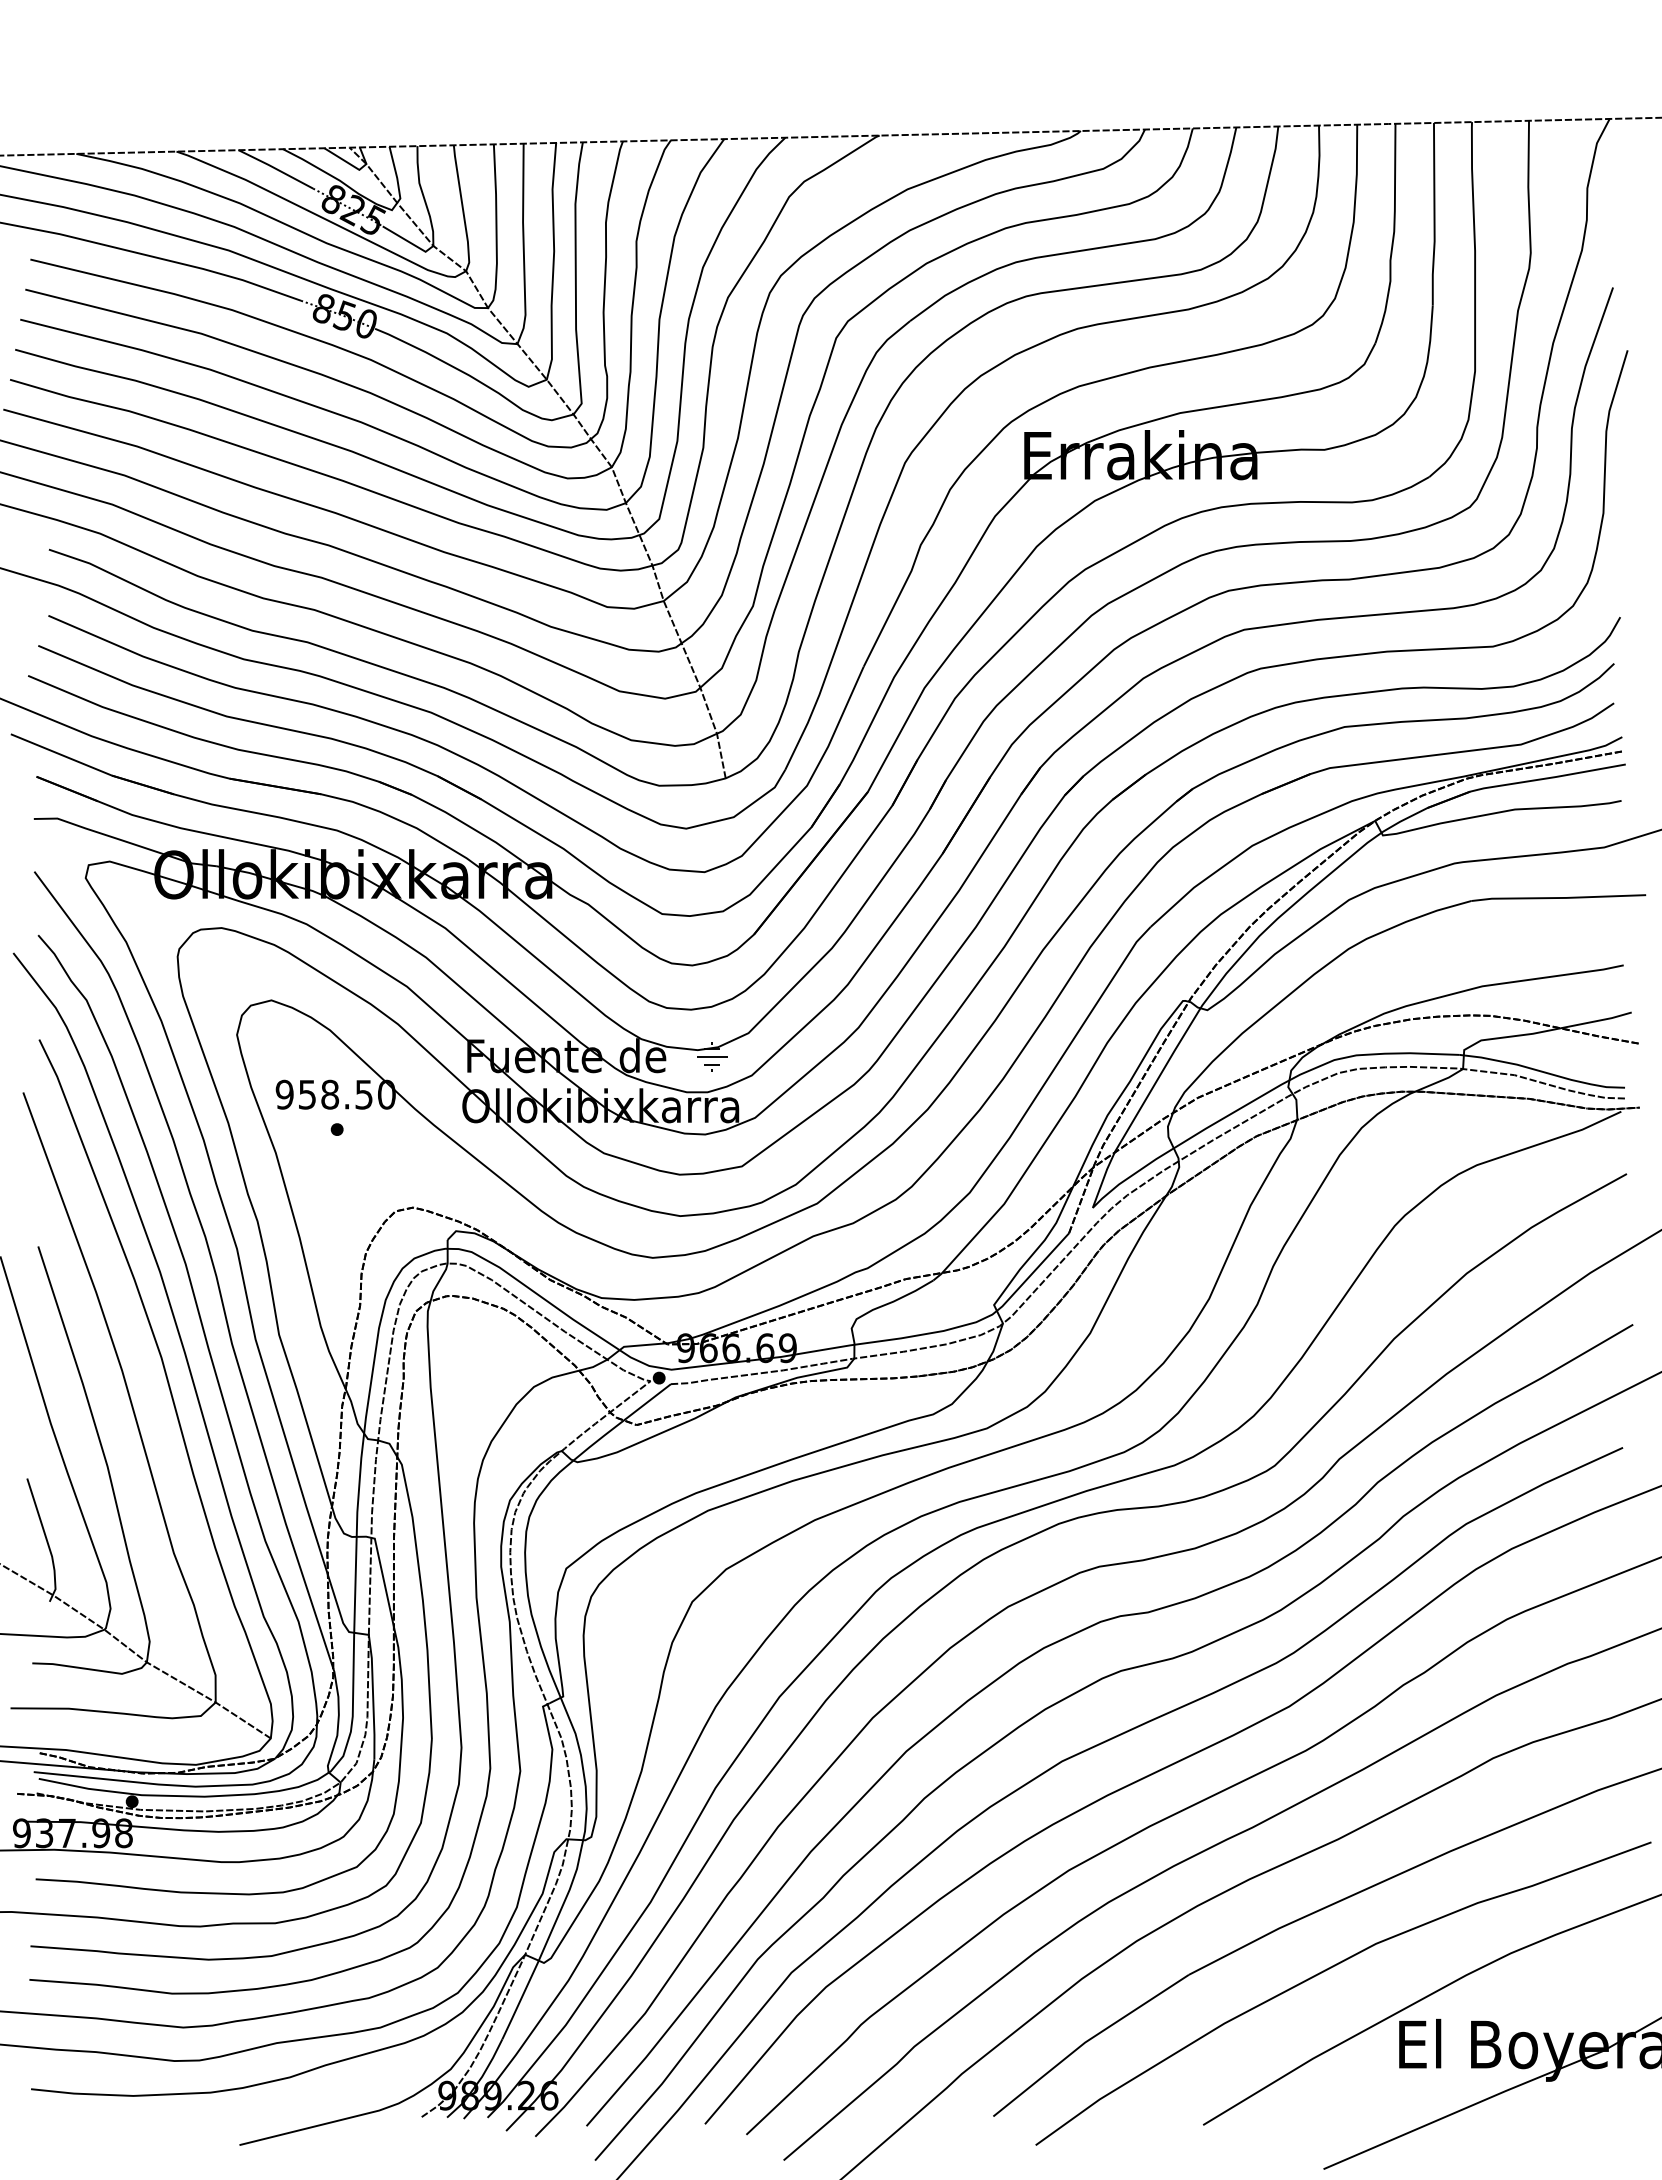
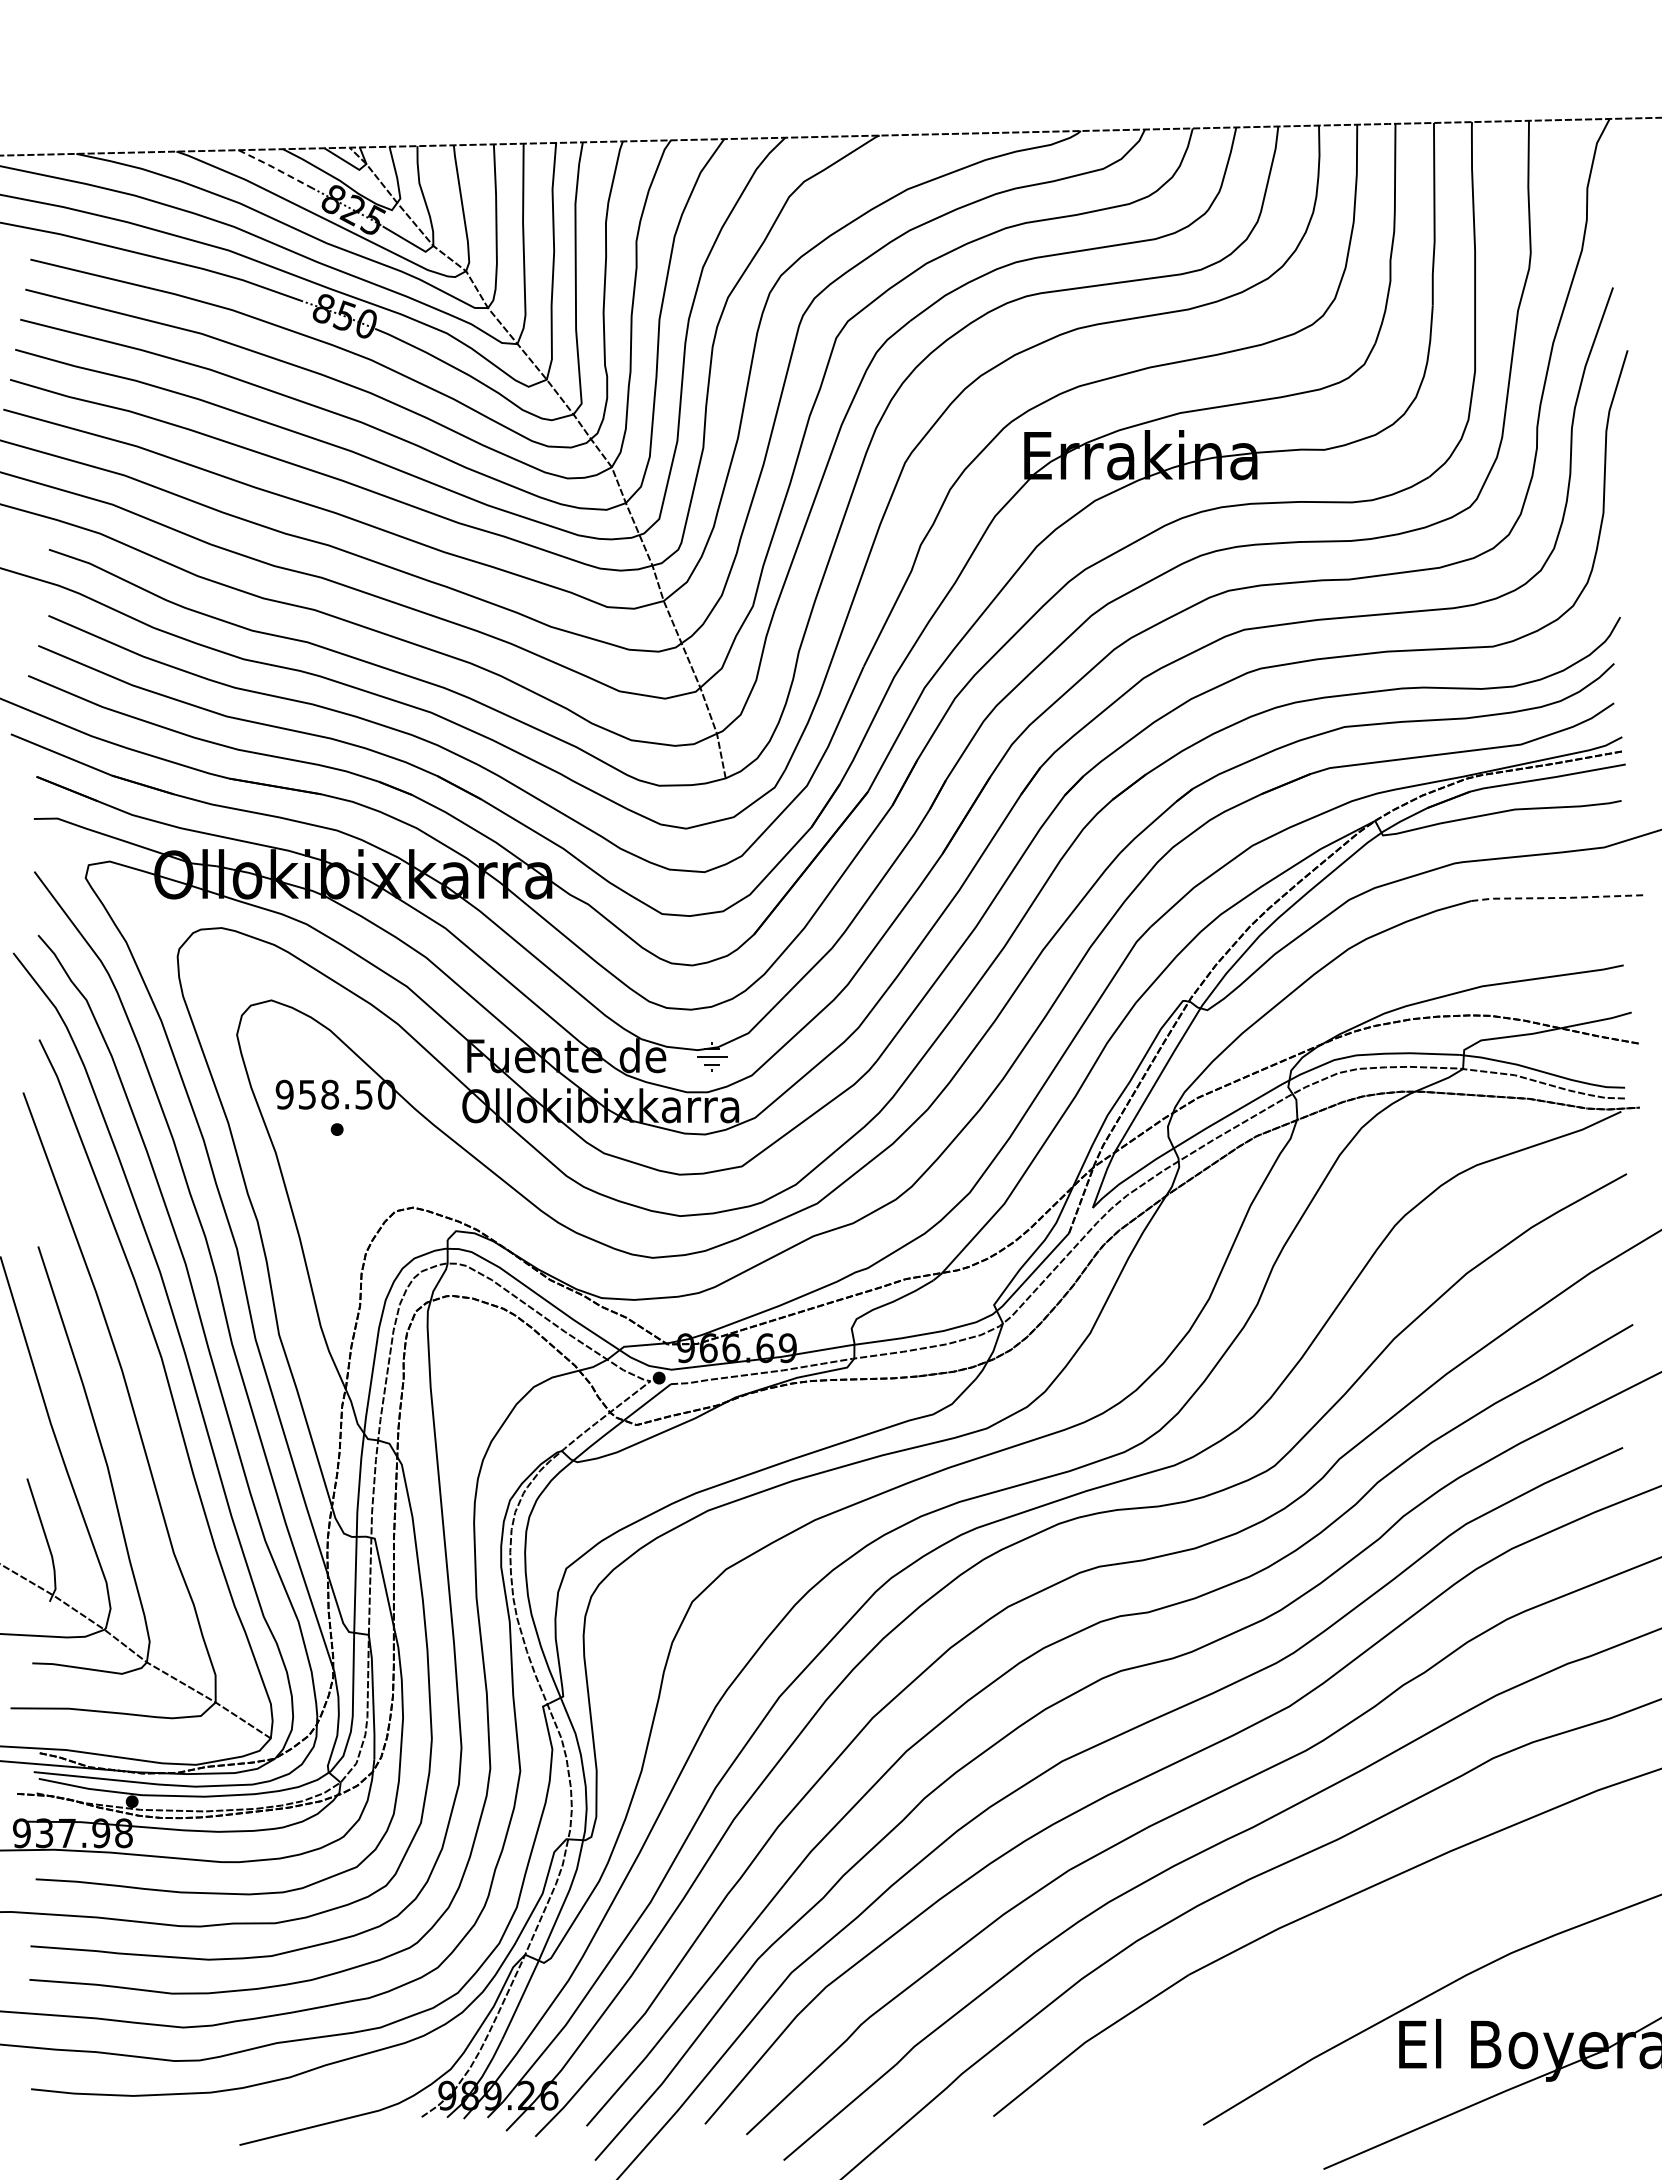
line at (275, 168): solid -> dashed
line at (1558, 898): solid -> dashed
curve at (1331, 1968): present -> none
